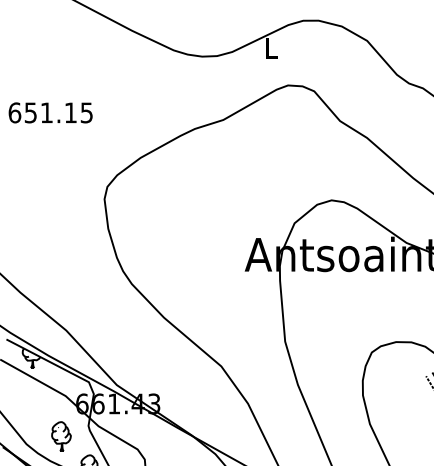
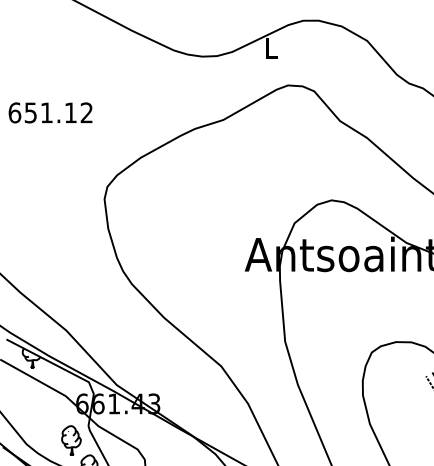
text at (86, 112): 651.15 -> 651.12
part at (61, 436) position: (61, 436) -> (71, 440)
